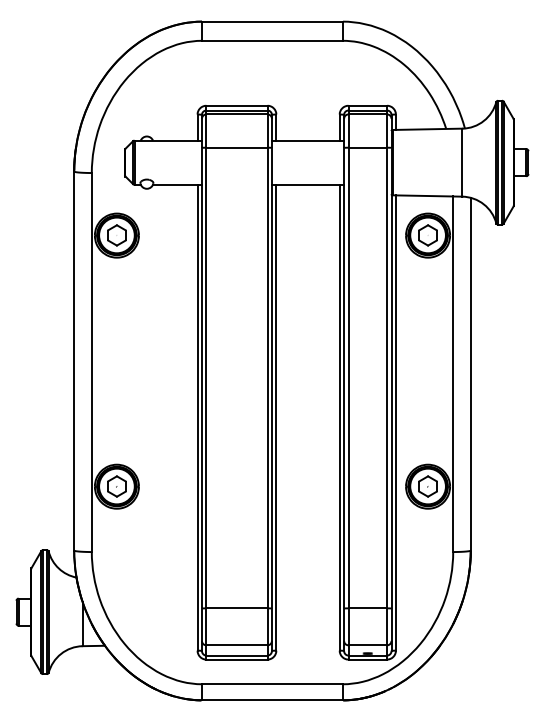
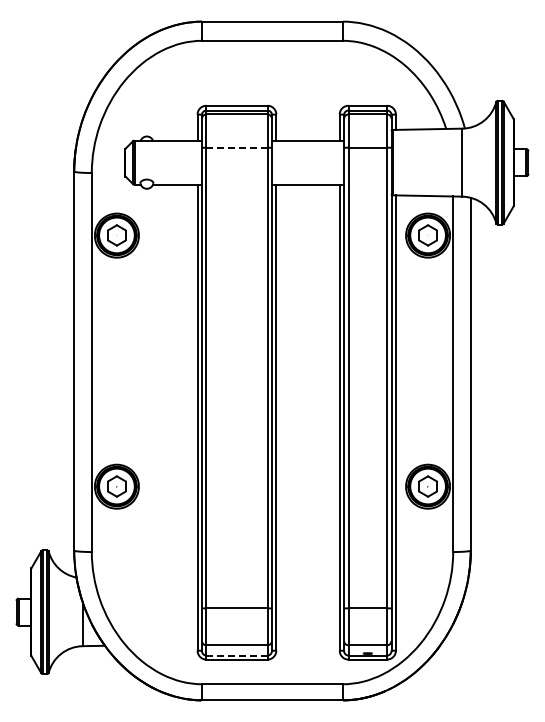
line at (236, 147): solid -> dashed
line at (236, 655): solid -> dashed
